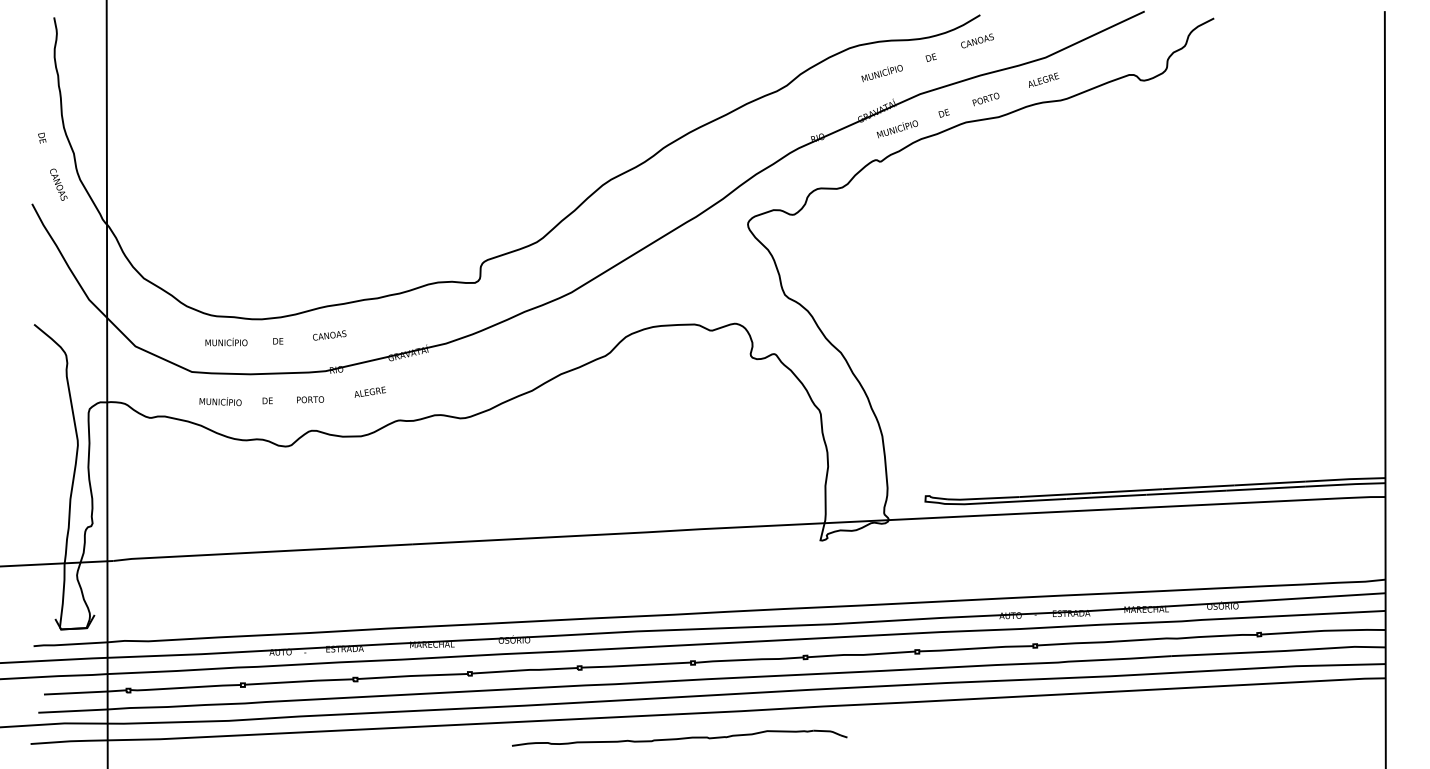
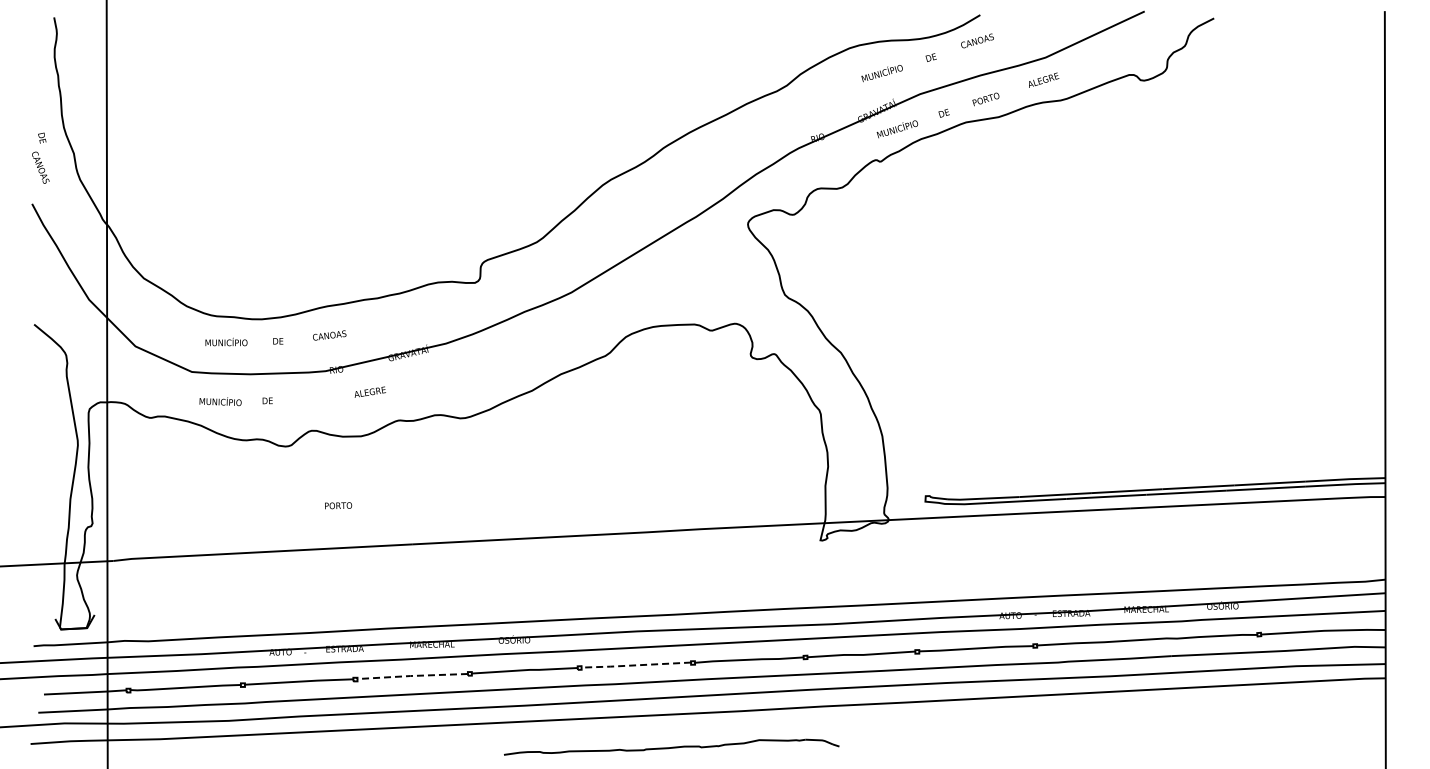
text at (58, 184) position: (58, 184) -> (40, 167)
text at (310, 399) position: (310, 399) -> (338, 505)
line at (635, 665): solid -> dashed
line at (411, 675): solid -> dashed
part at (679, 737) position: (679, 737) -> (671, 746)
